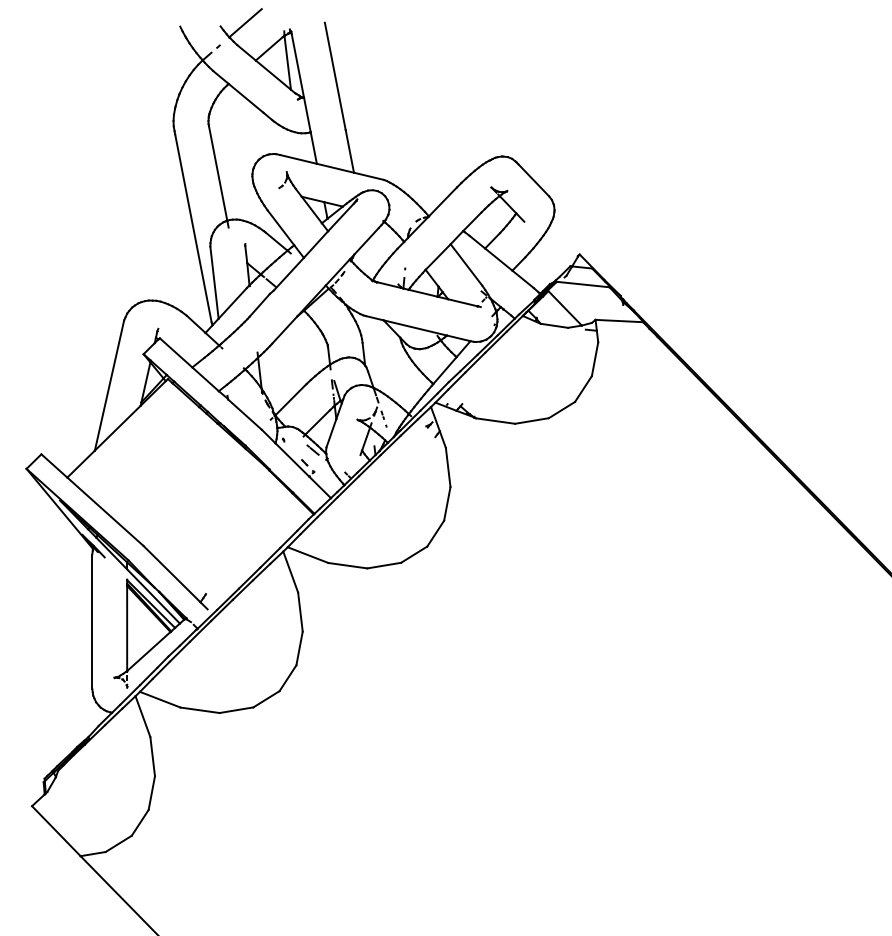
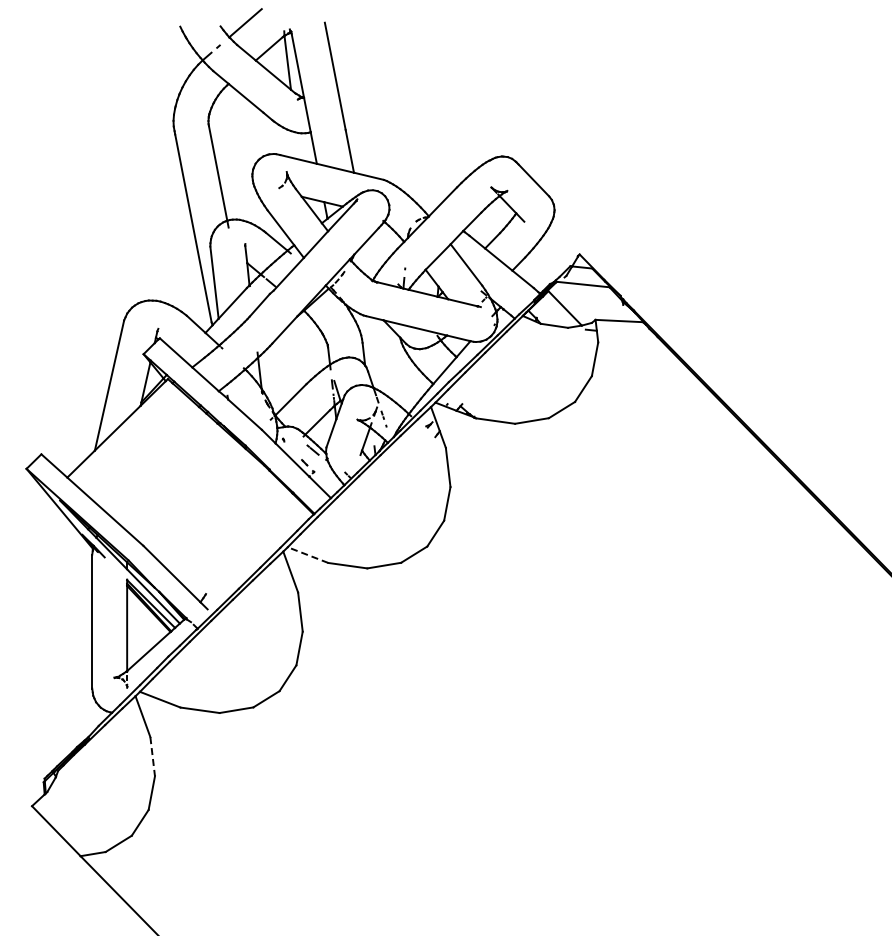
line at (308, 555): solid -> dashed
line at (152, 756): solid -> dashed
